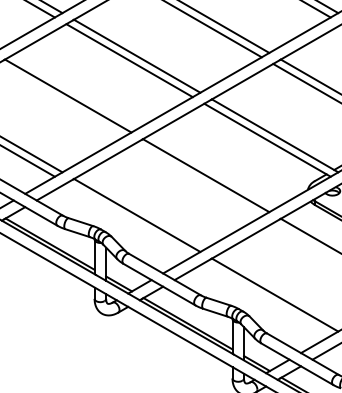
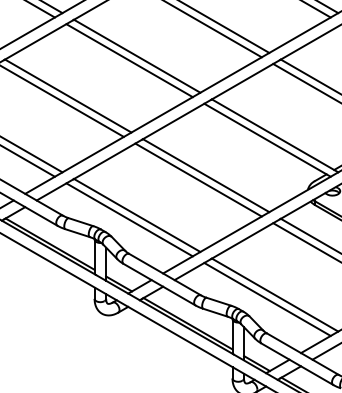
line at (62, 101): none -> present
line at (198, 179): none -> present
line at (129, 219): none -> present
line at (305, 241): none -> present
line at (267, 298): none -> present
